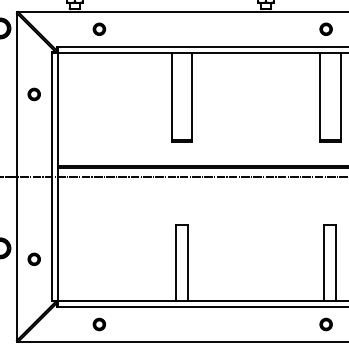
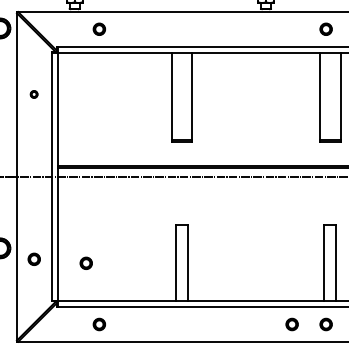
part at (33, 94) size: 14x15 px -> 10x9 px
part at (85, 262): none -> present
part at (291, 324): none -> present
